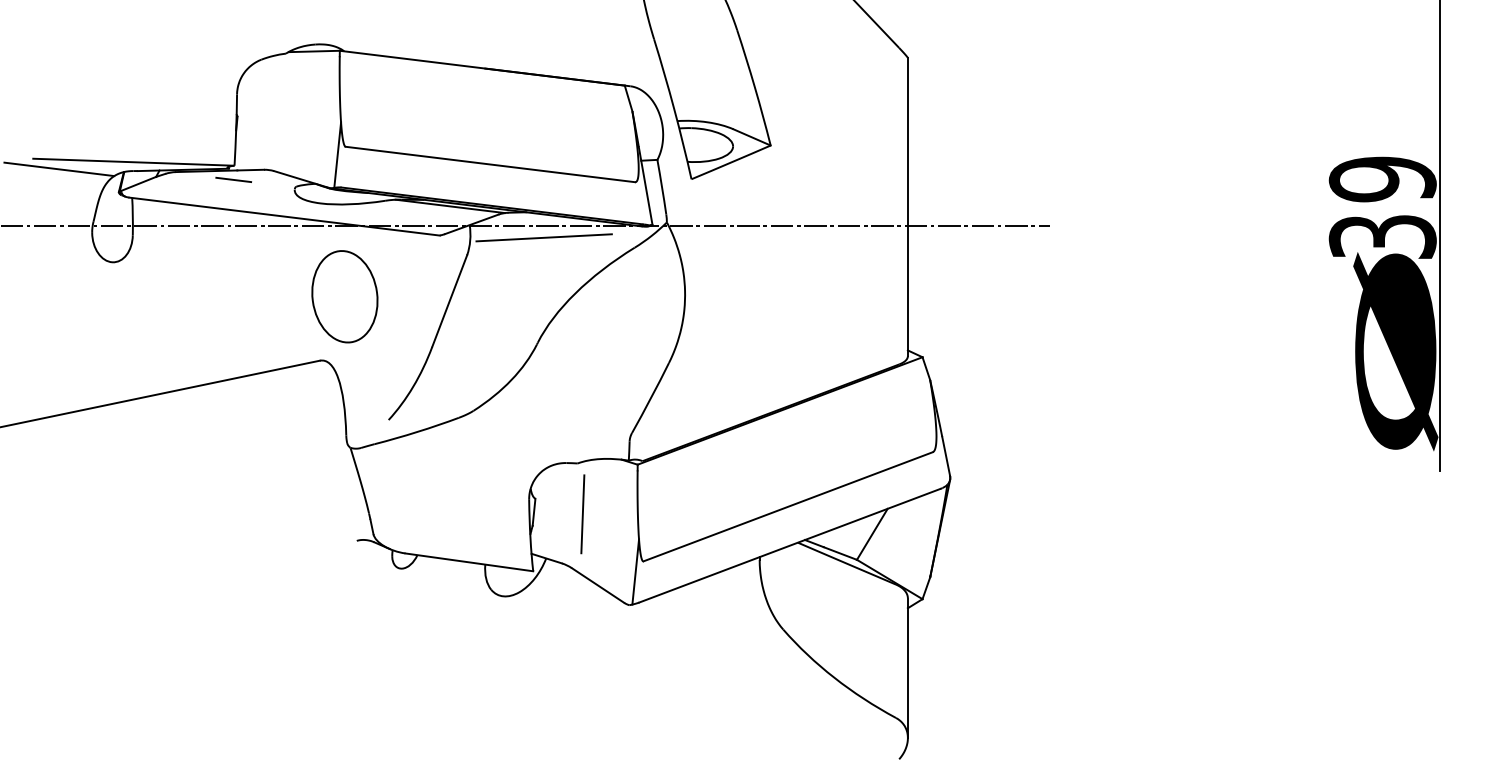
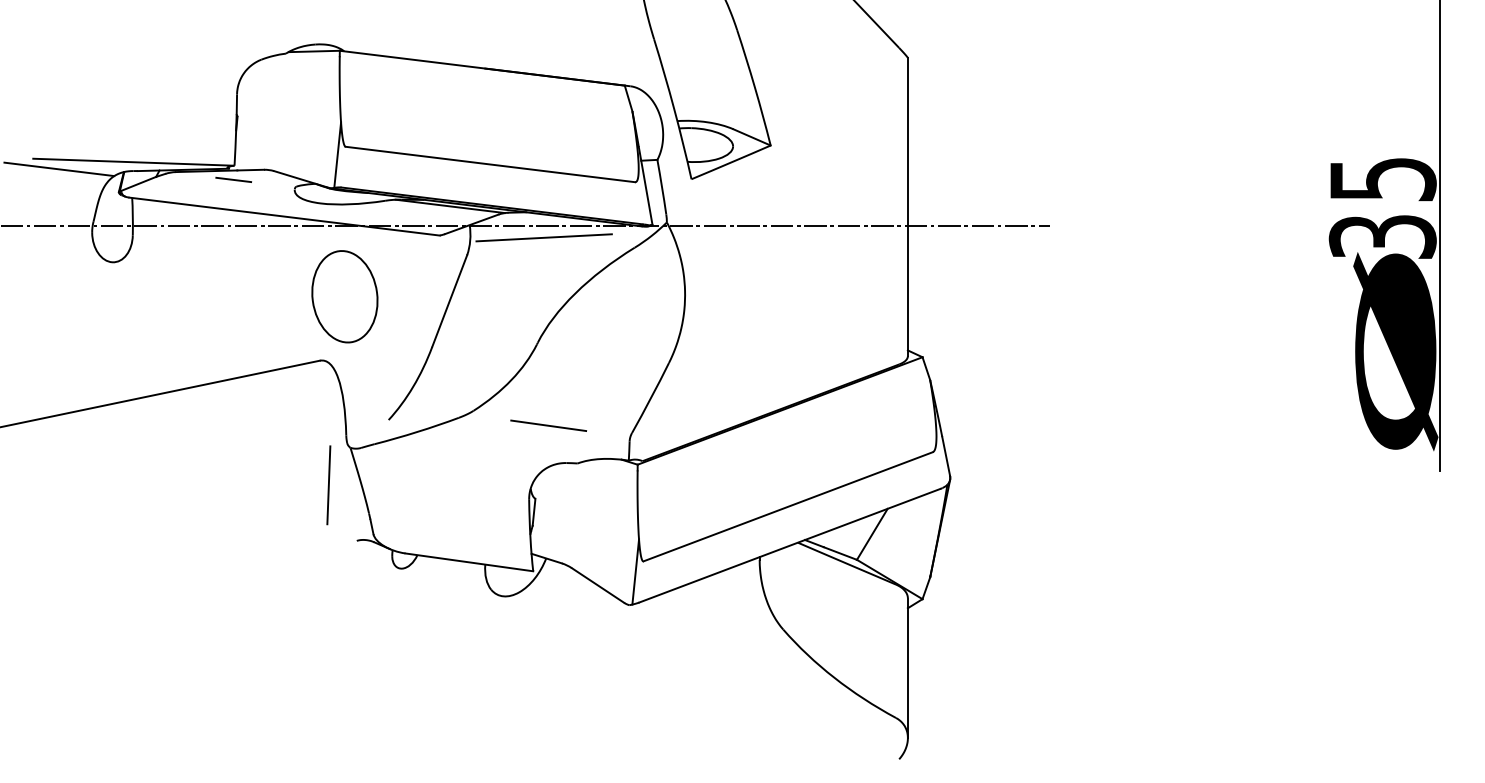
text at (1382, 179): 39 -> 35
line at (548, 425): none -> present
line at (582, 514) position: (582, 514) -> (328, 485)
